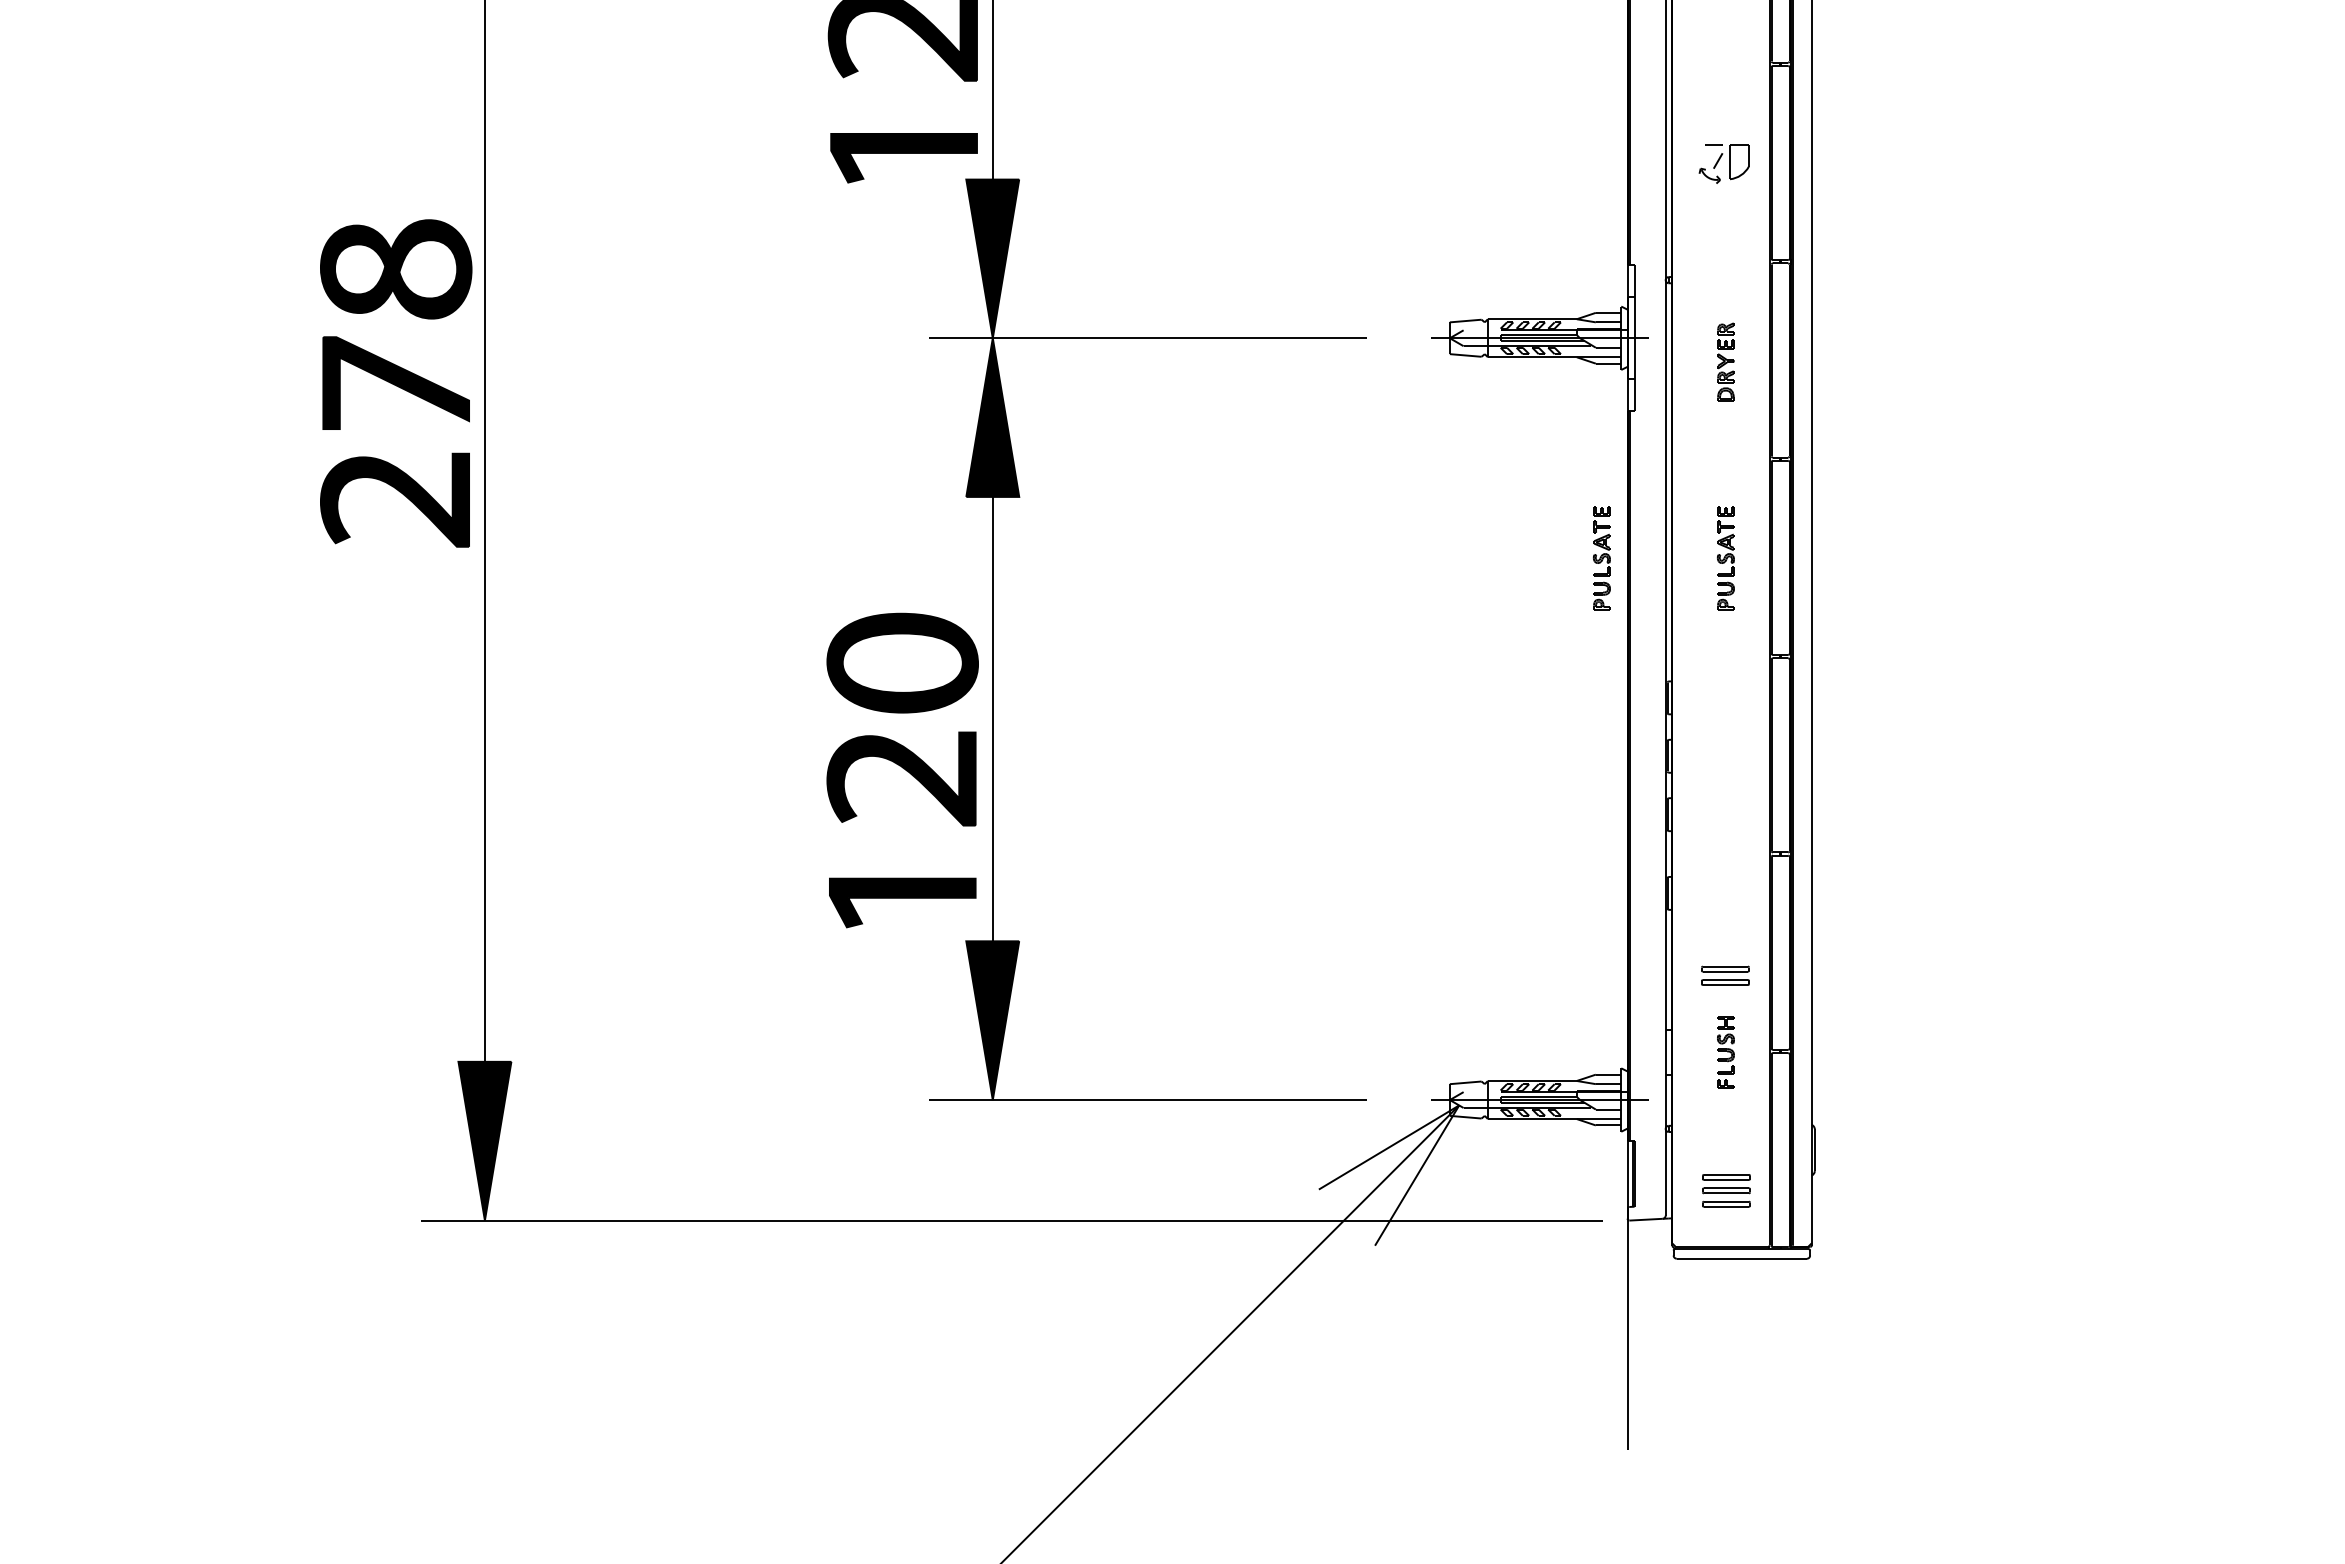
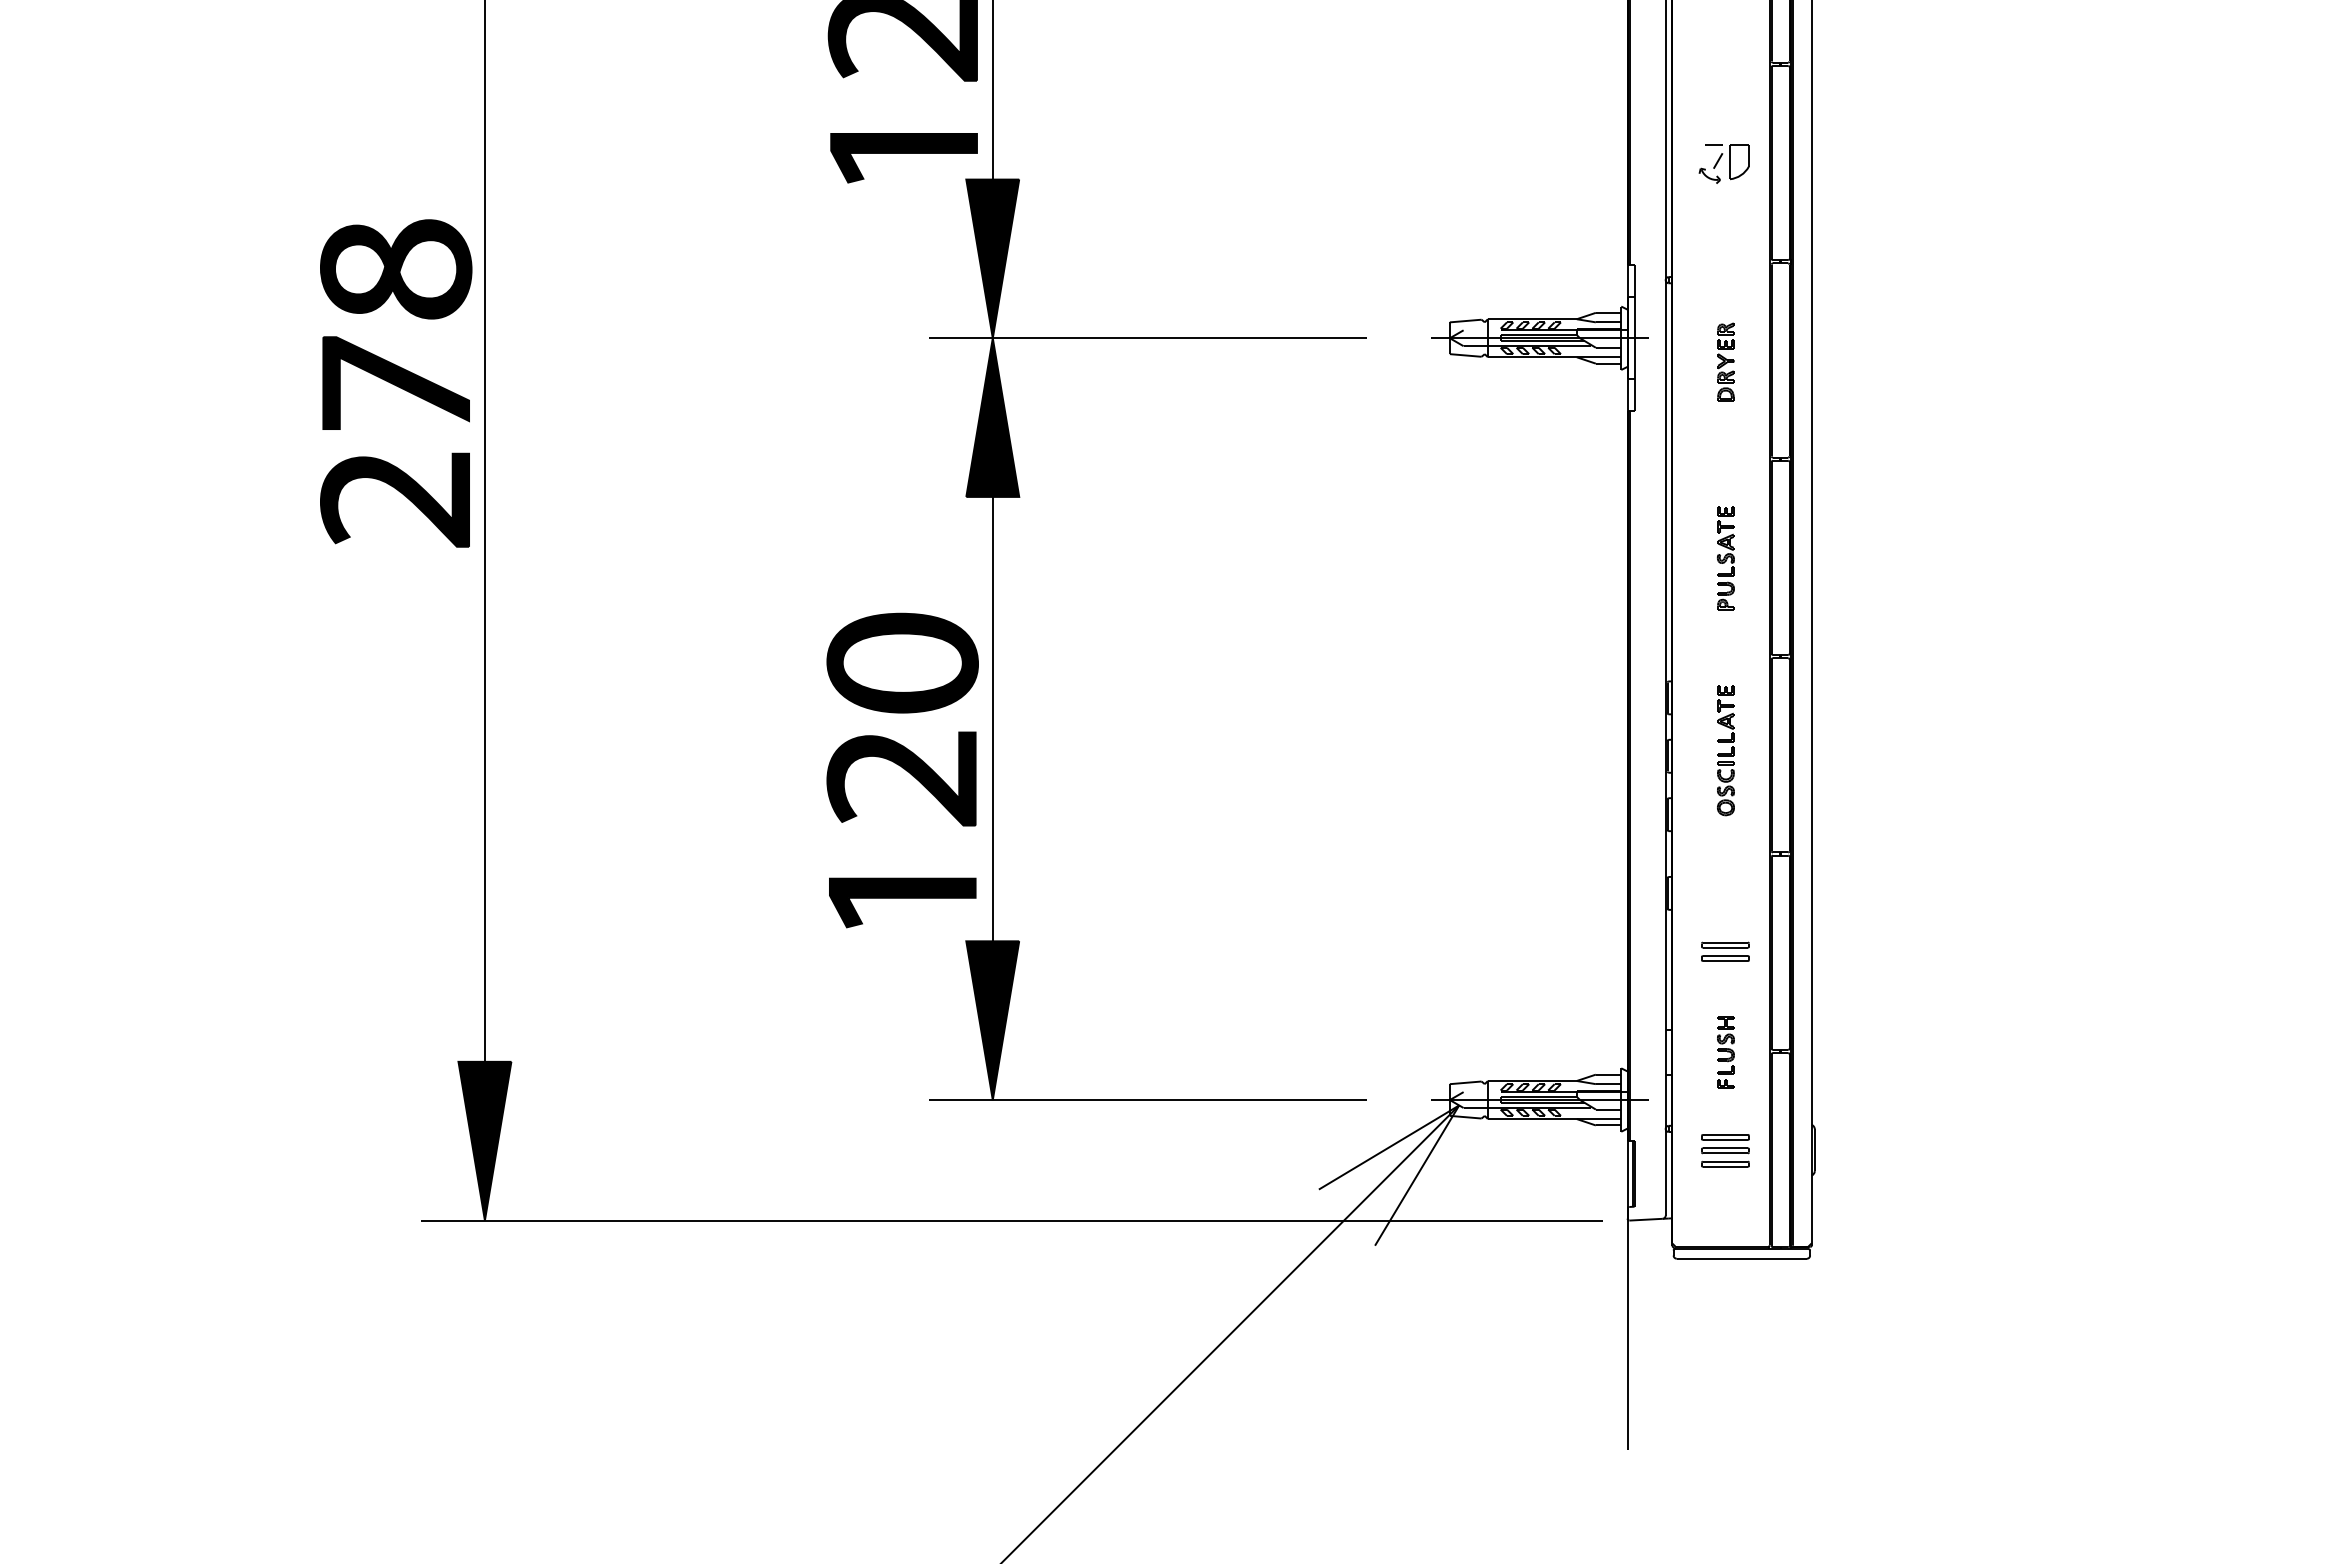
part at (1601, 558): present -> none
part at (1725, 750): none -> present
part at (1725, 975) position: (1725, 975) -> (1725, 951)
part at (1726, 1190) position: (1726, 1190) -> (1725, 1150)
